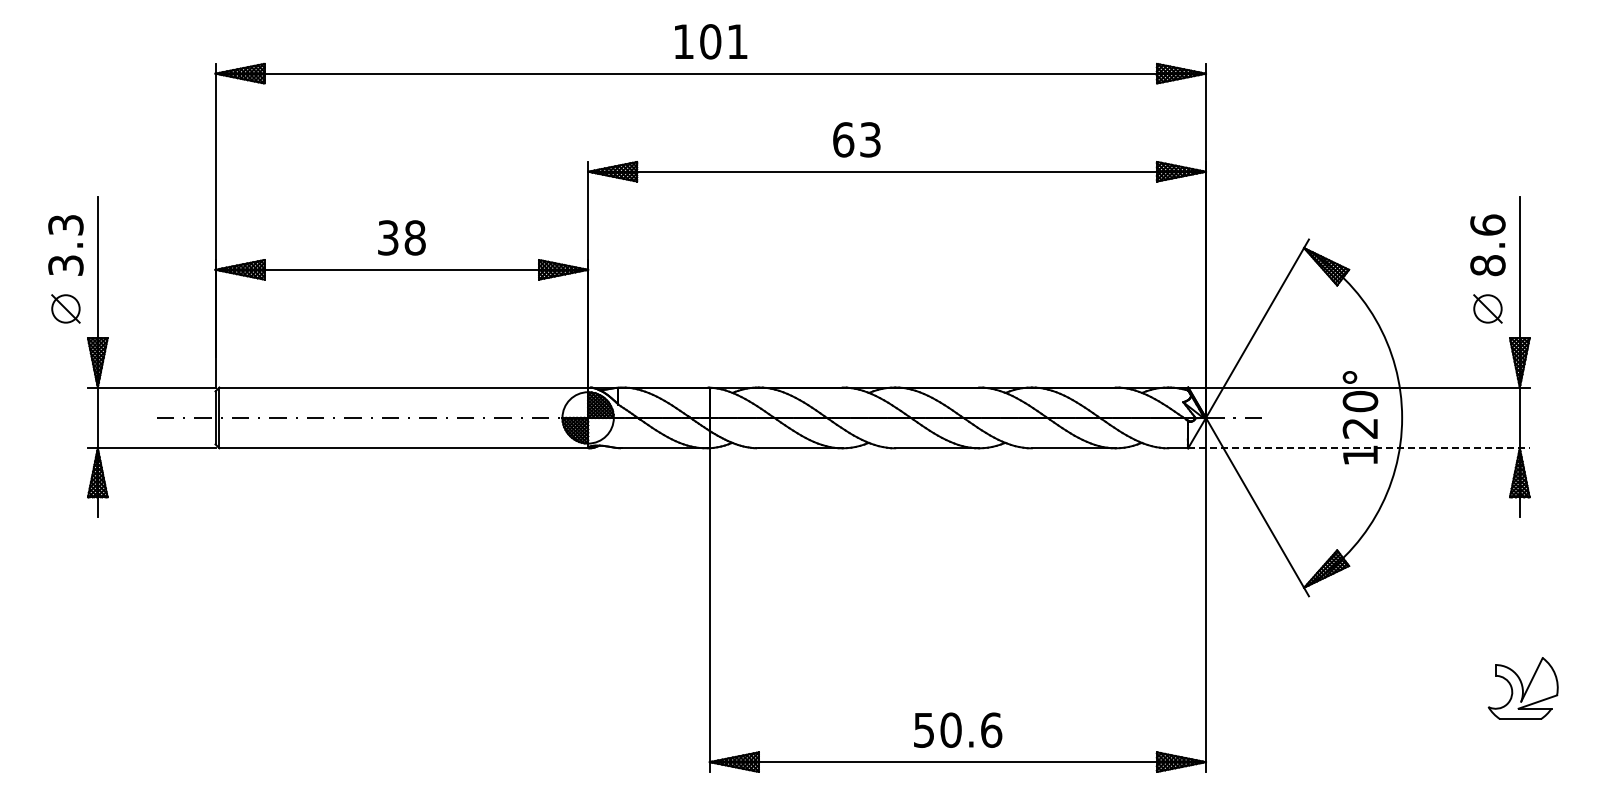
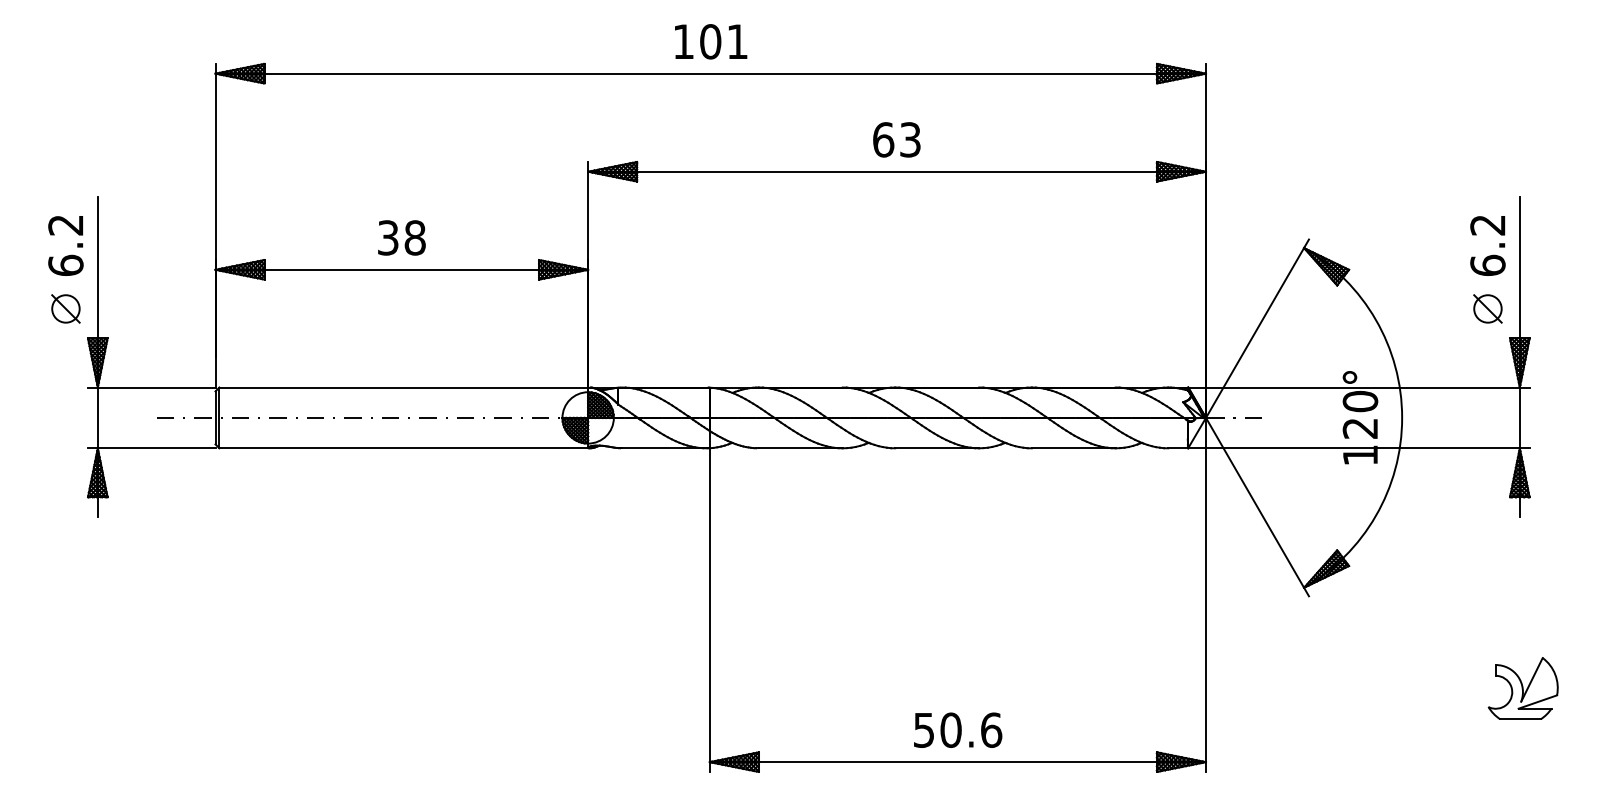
text at (856, 139) position: (856, 139) -> (896, 139)
text at (65, 245): 3.3 -> 6.2
text at (1487, 245): 8.6 -> 6.2
line at (1359, 448): dashed -> solid
